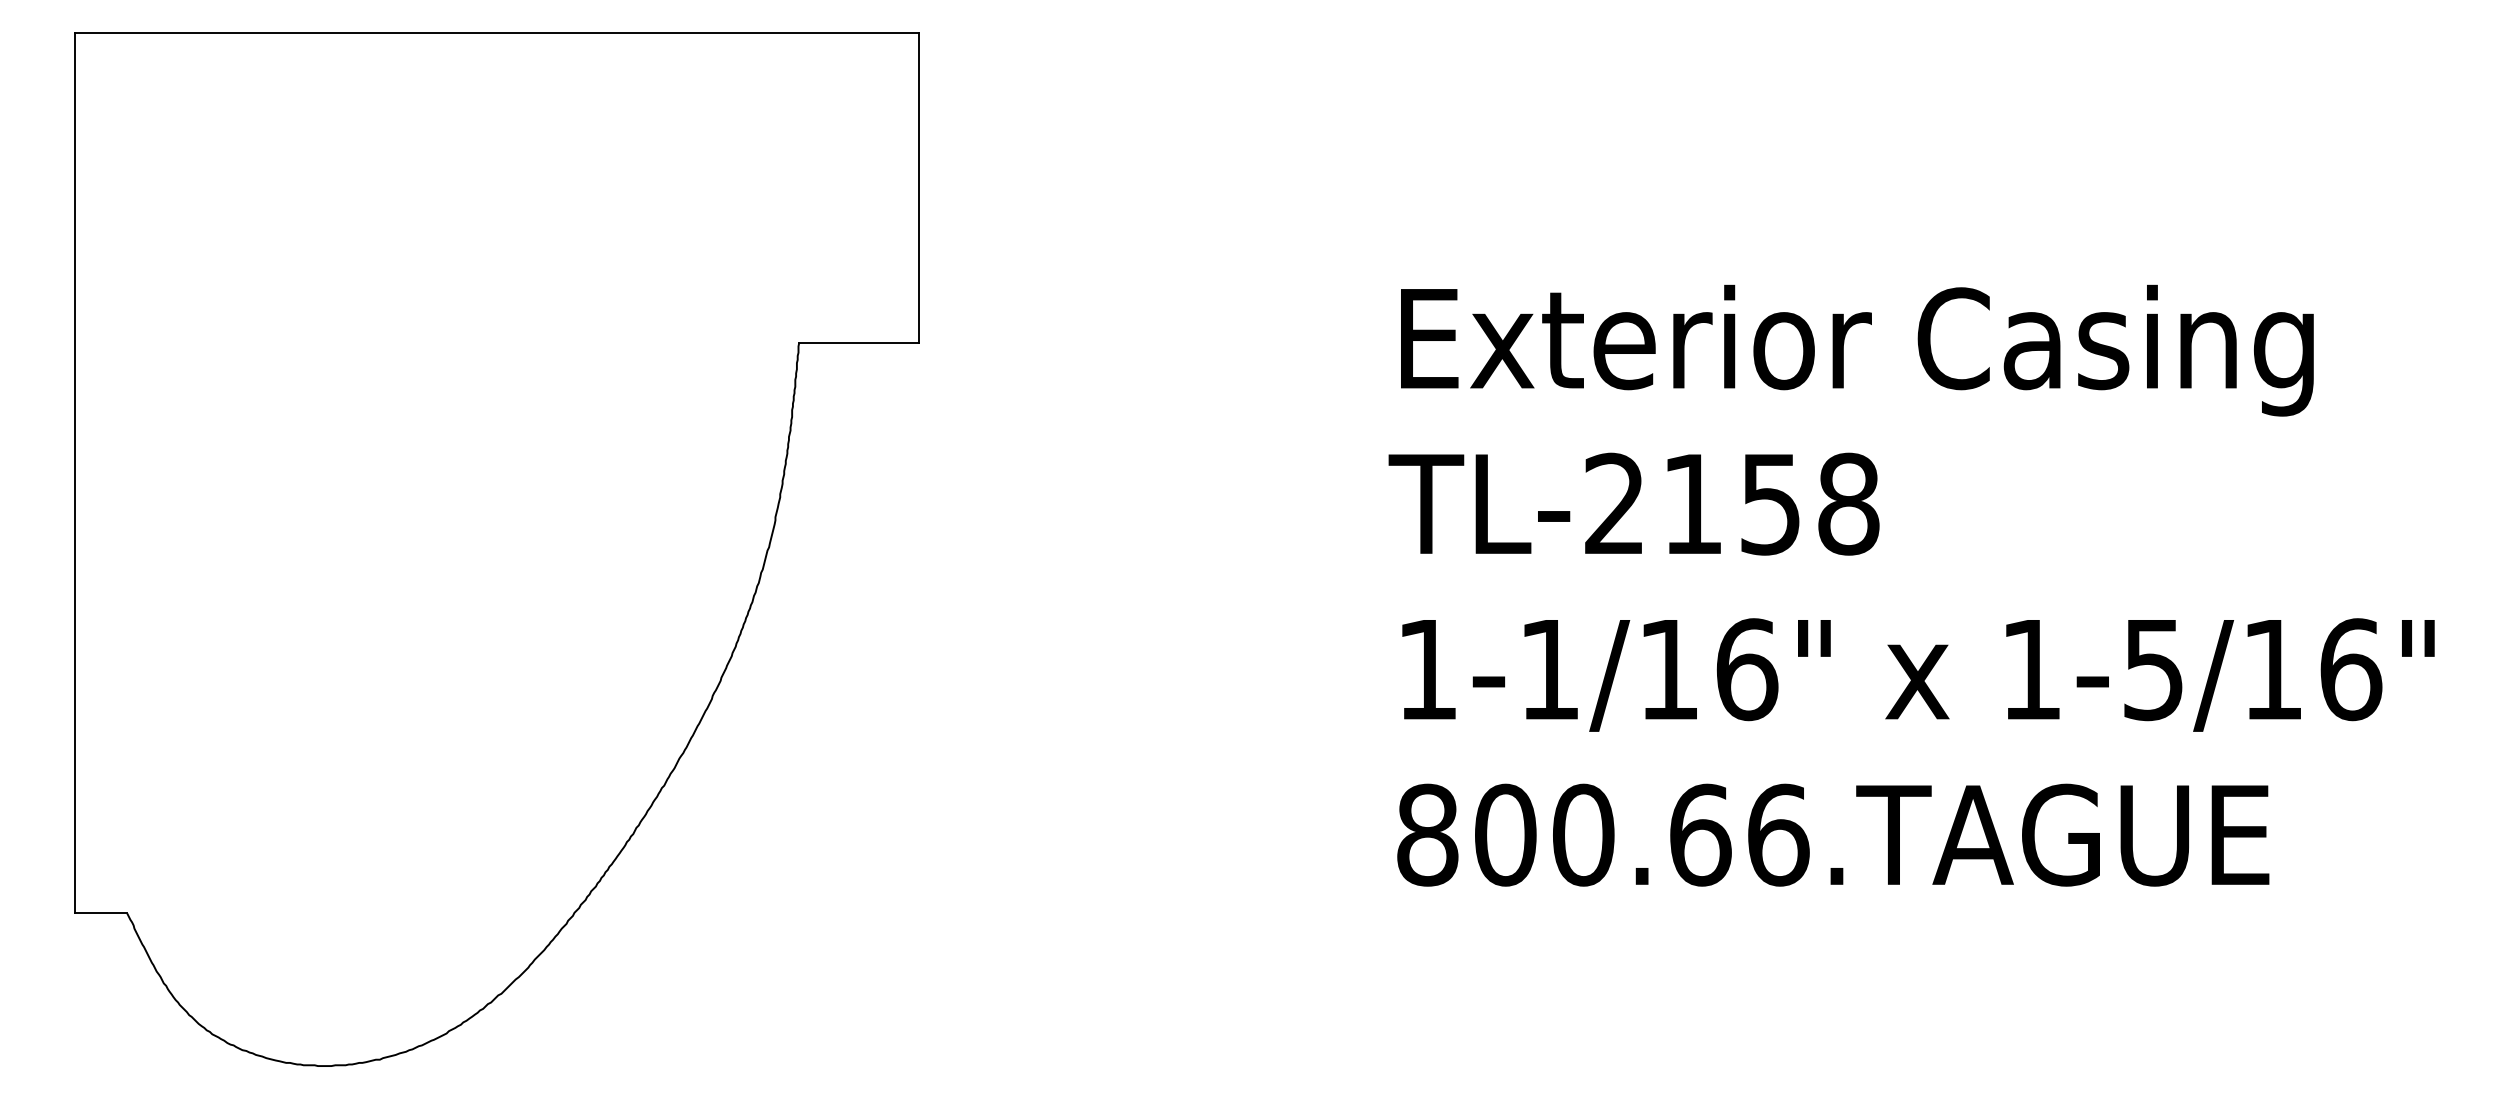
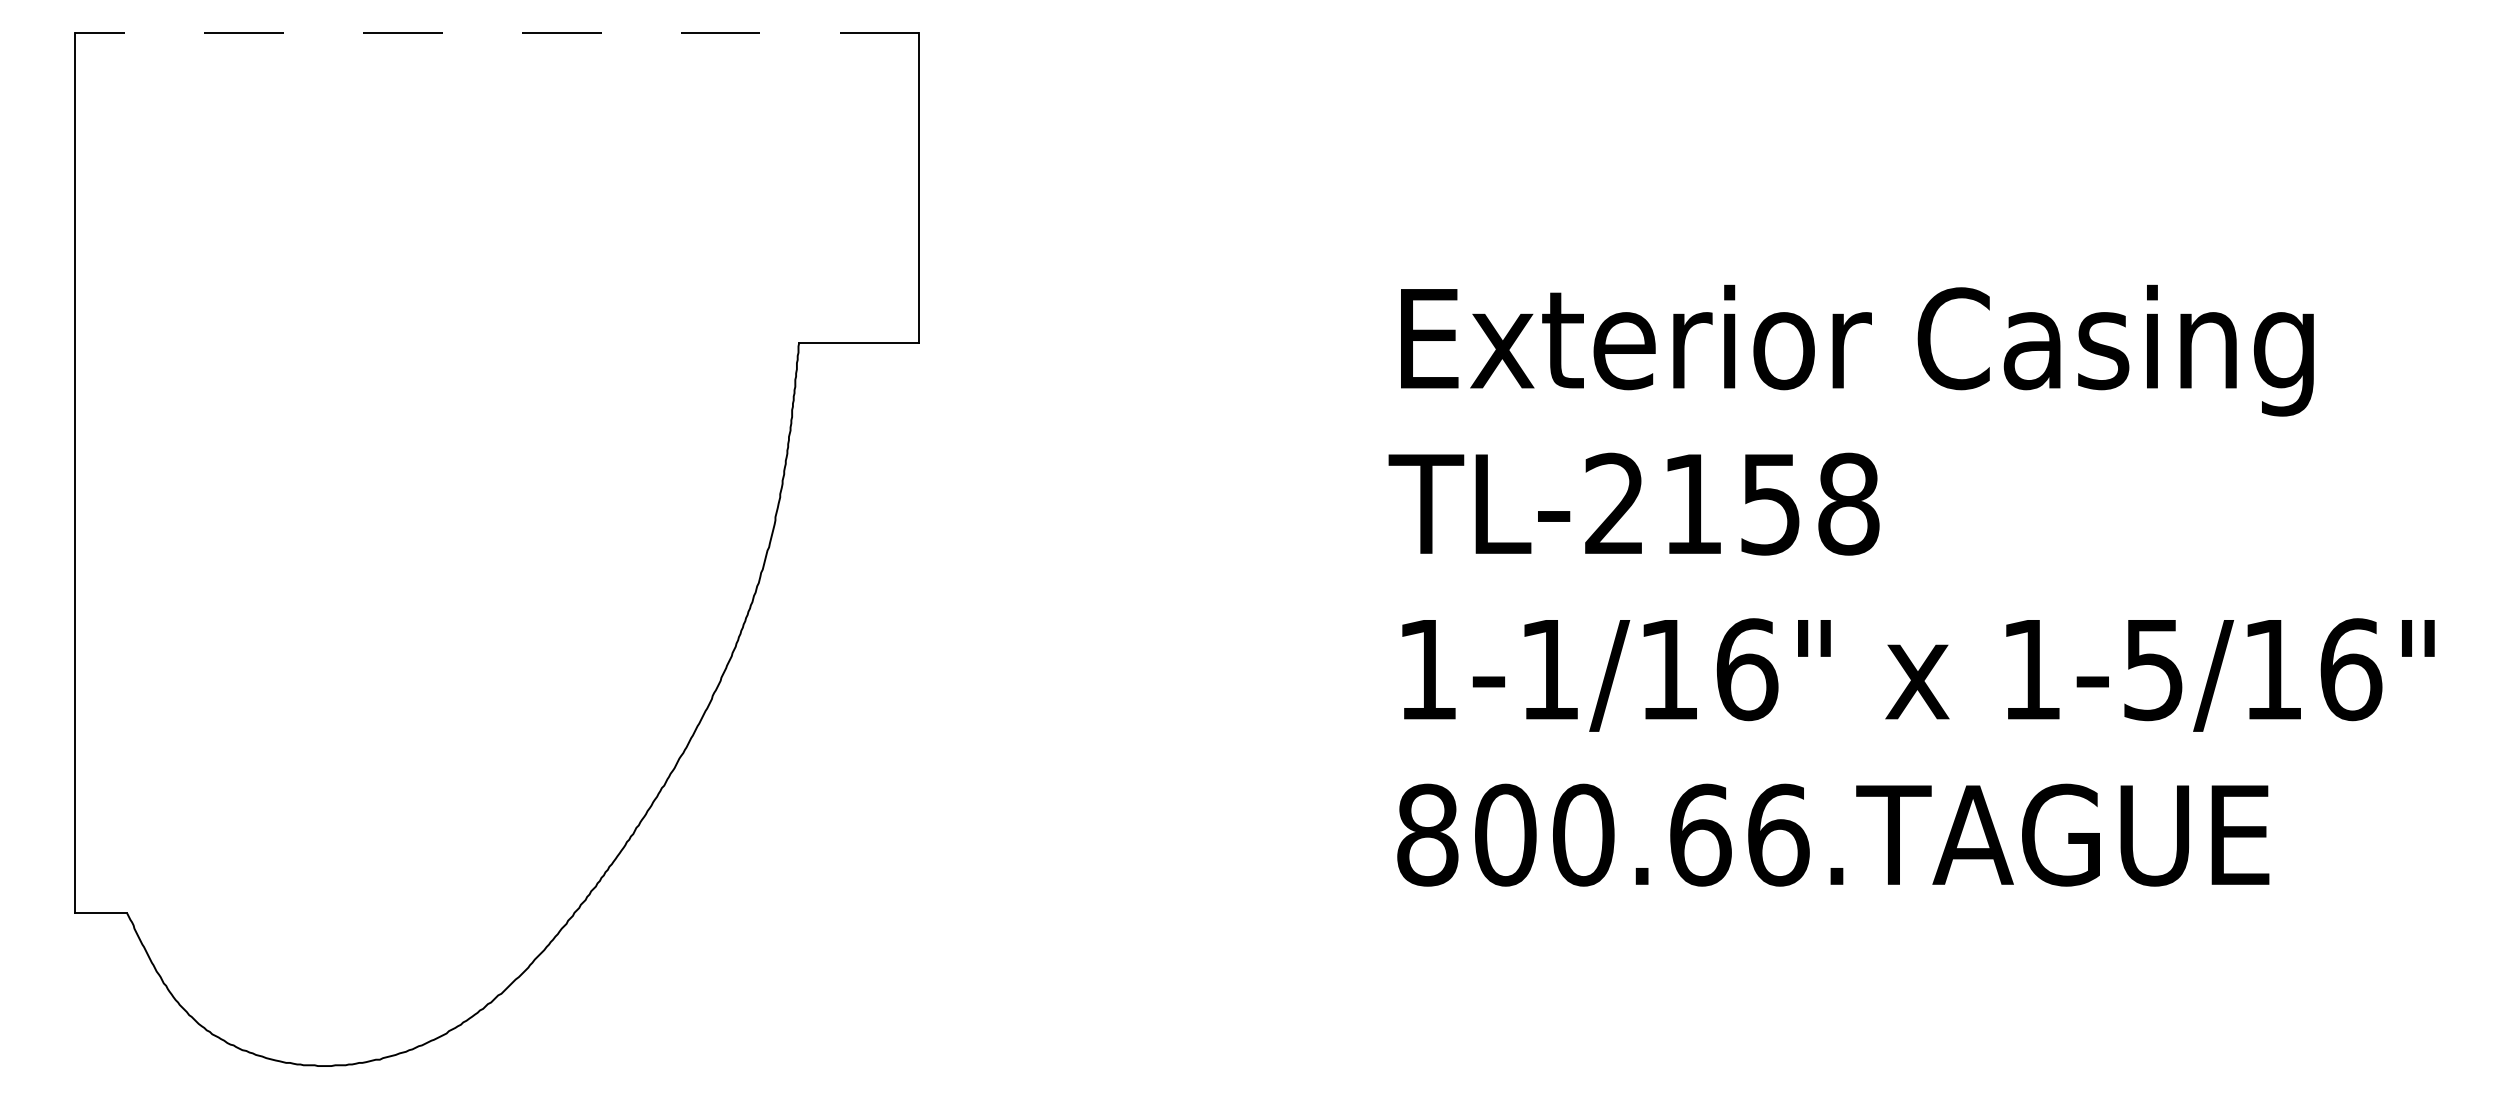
line at (497, 32): solid -> dashed
